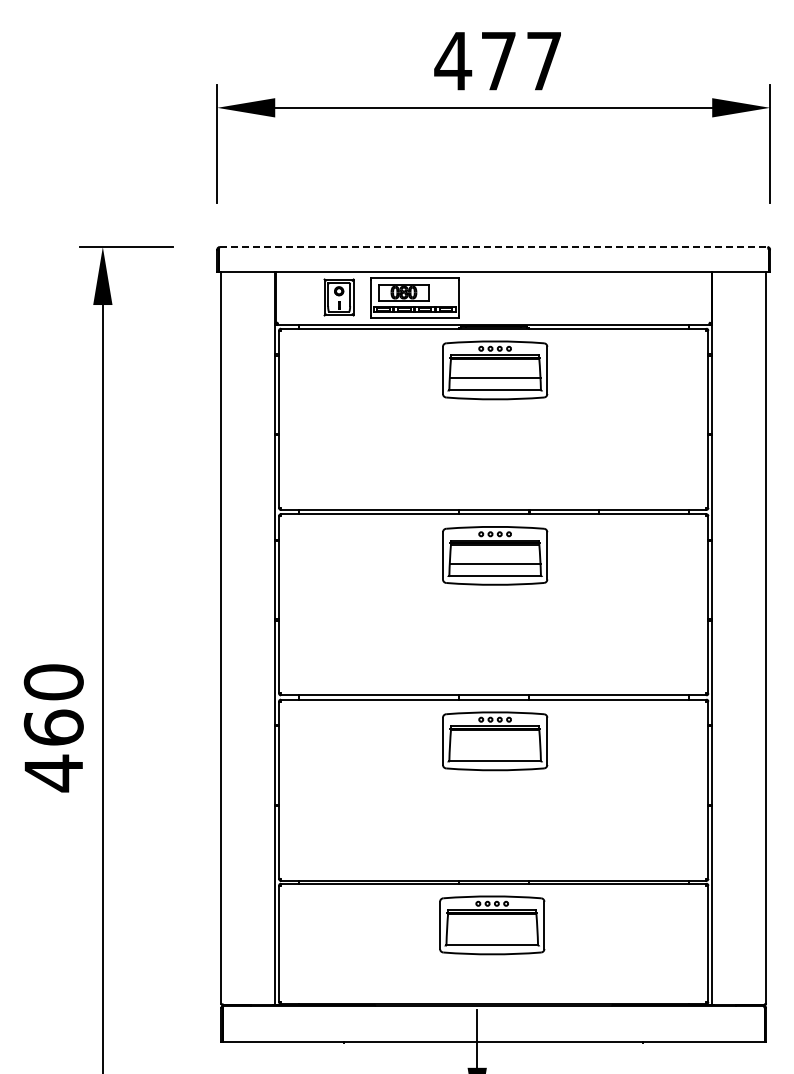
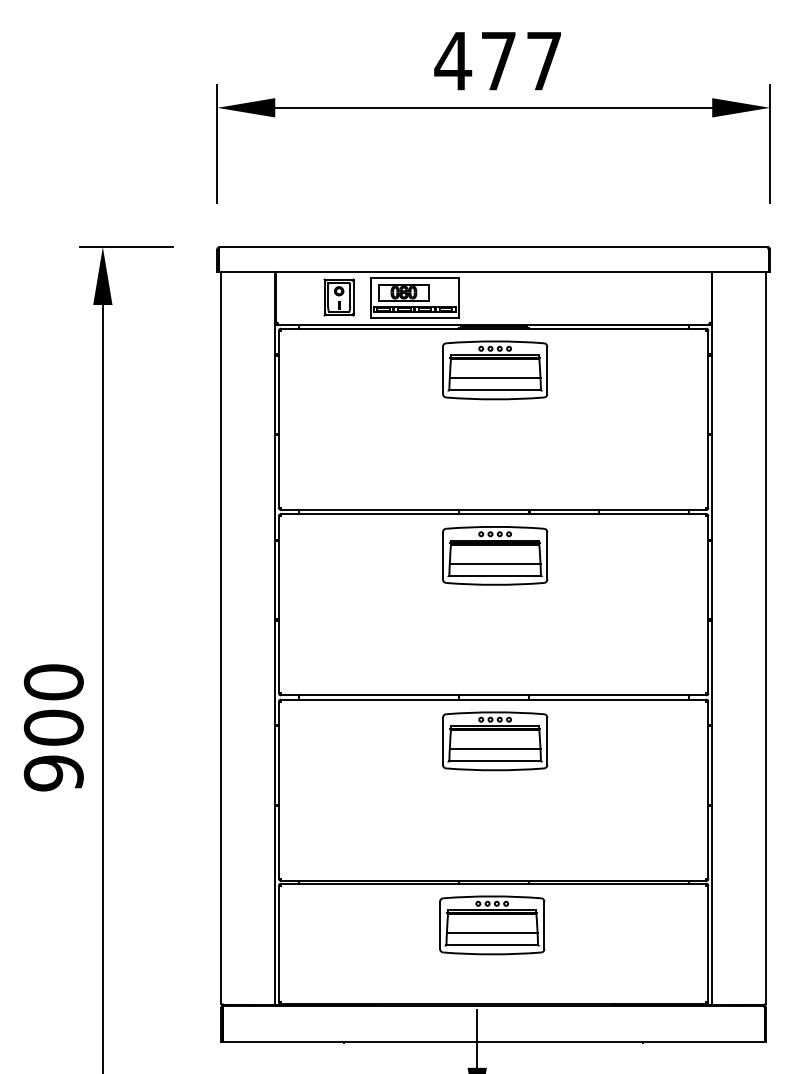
line at (493, 247): dashed -> solid
line at (494, 749): none -> present
text at (53, 750): 460 -> 900
line at (491, 933): none -> present
